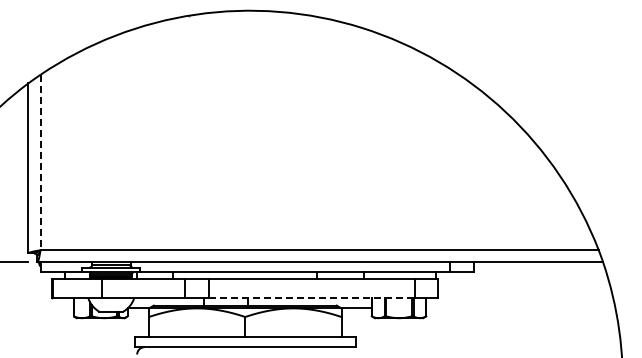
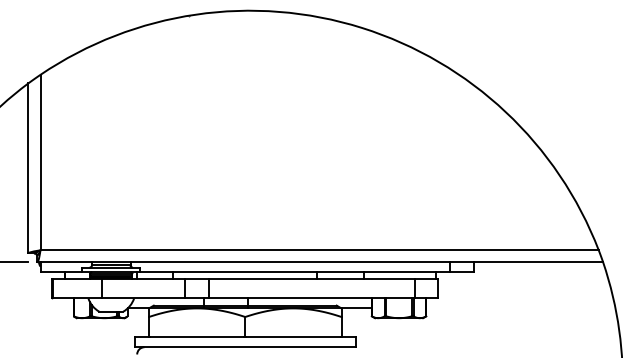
line at (40, 162): dashed -> solid
line at (312, 298): dashed -> solid
